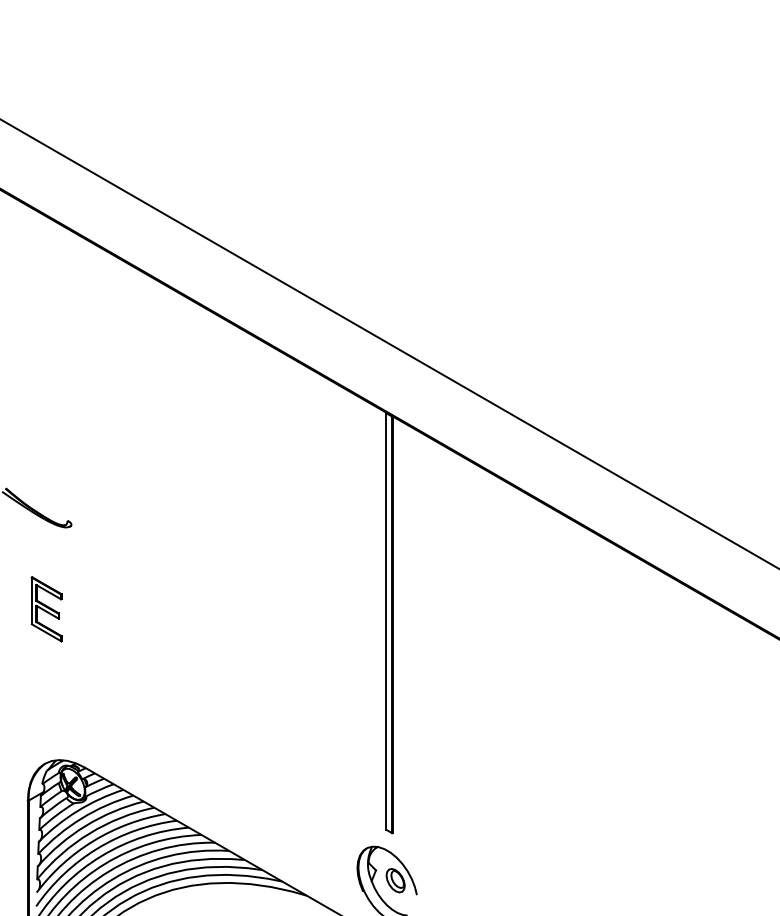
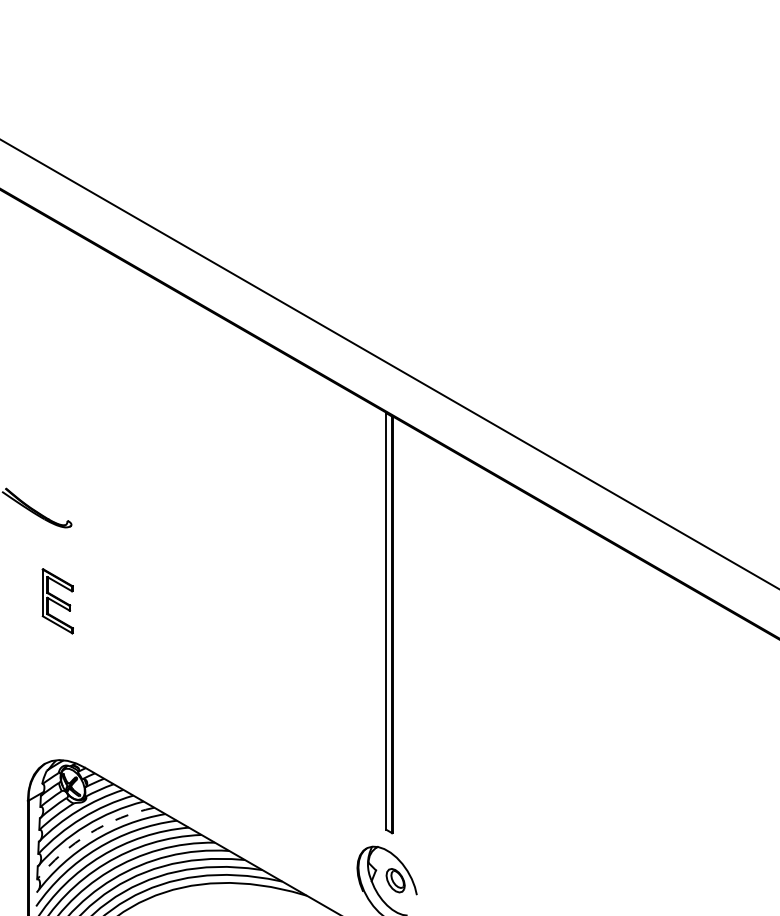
line at (389, 343) position: (389, 343) -> (389, 363)
part at (46, 609) position: (46, 609) -> (57, 601)
arc at (89, 833): solid -> dashed
